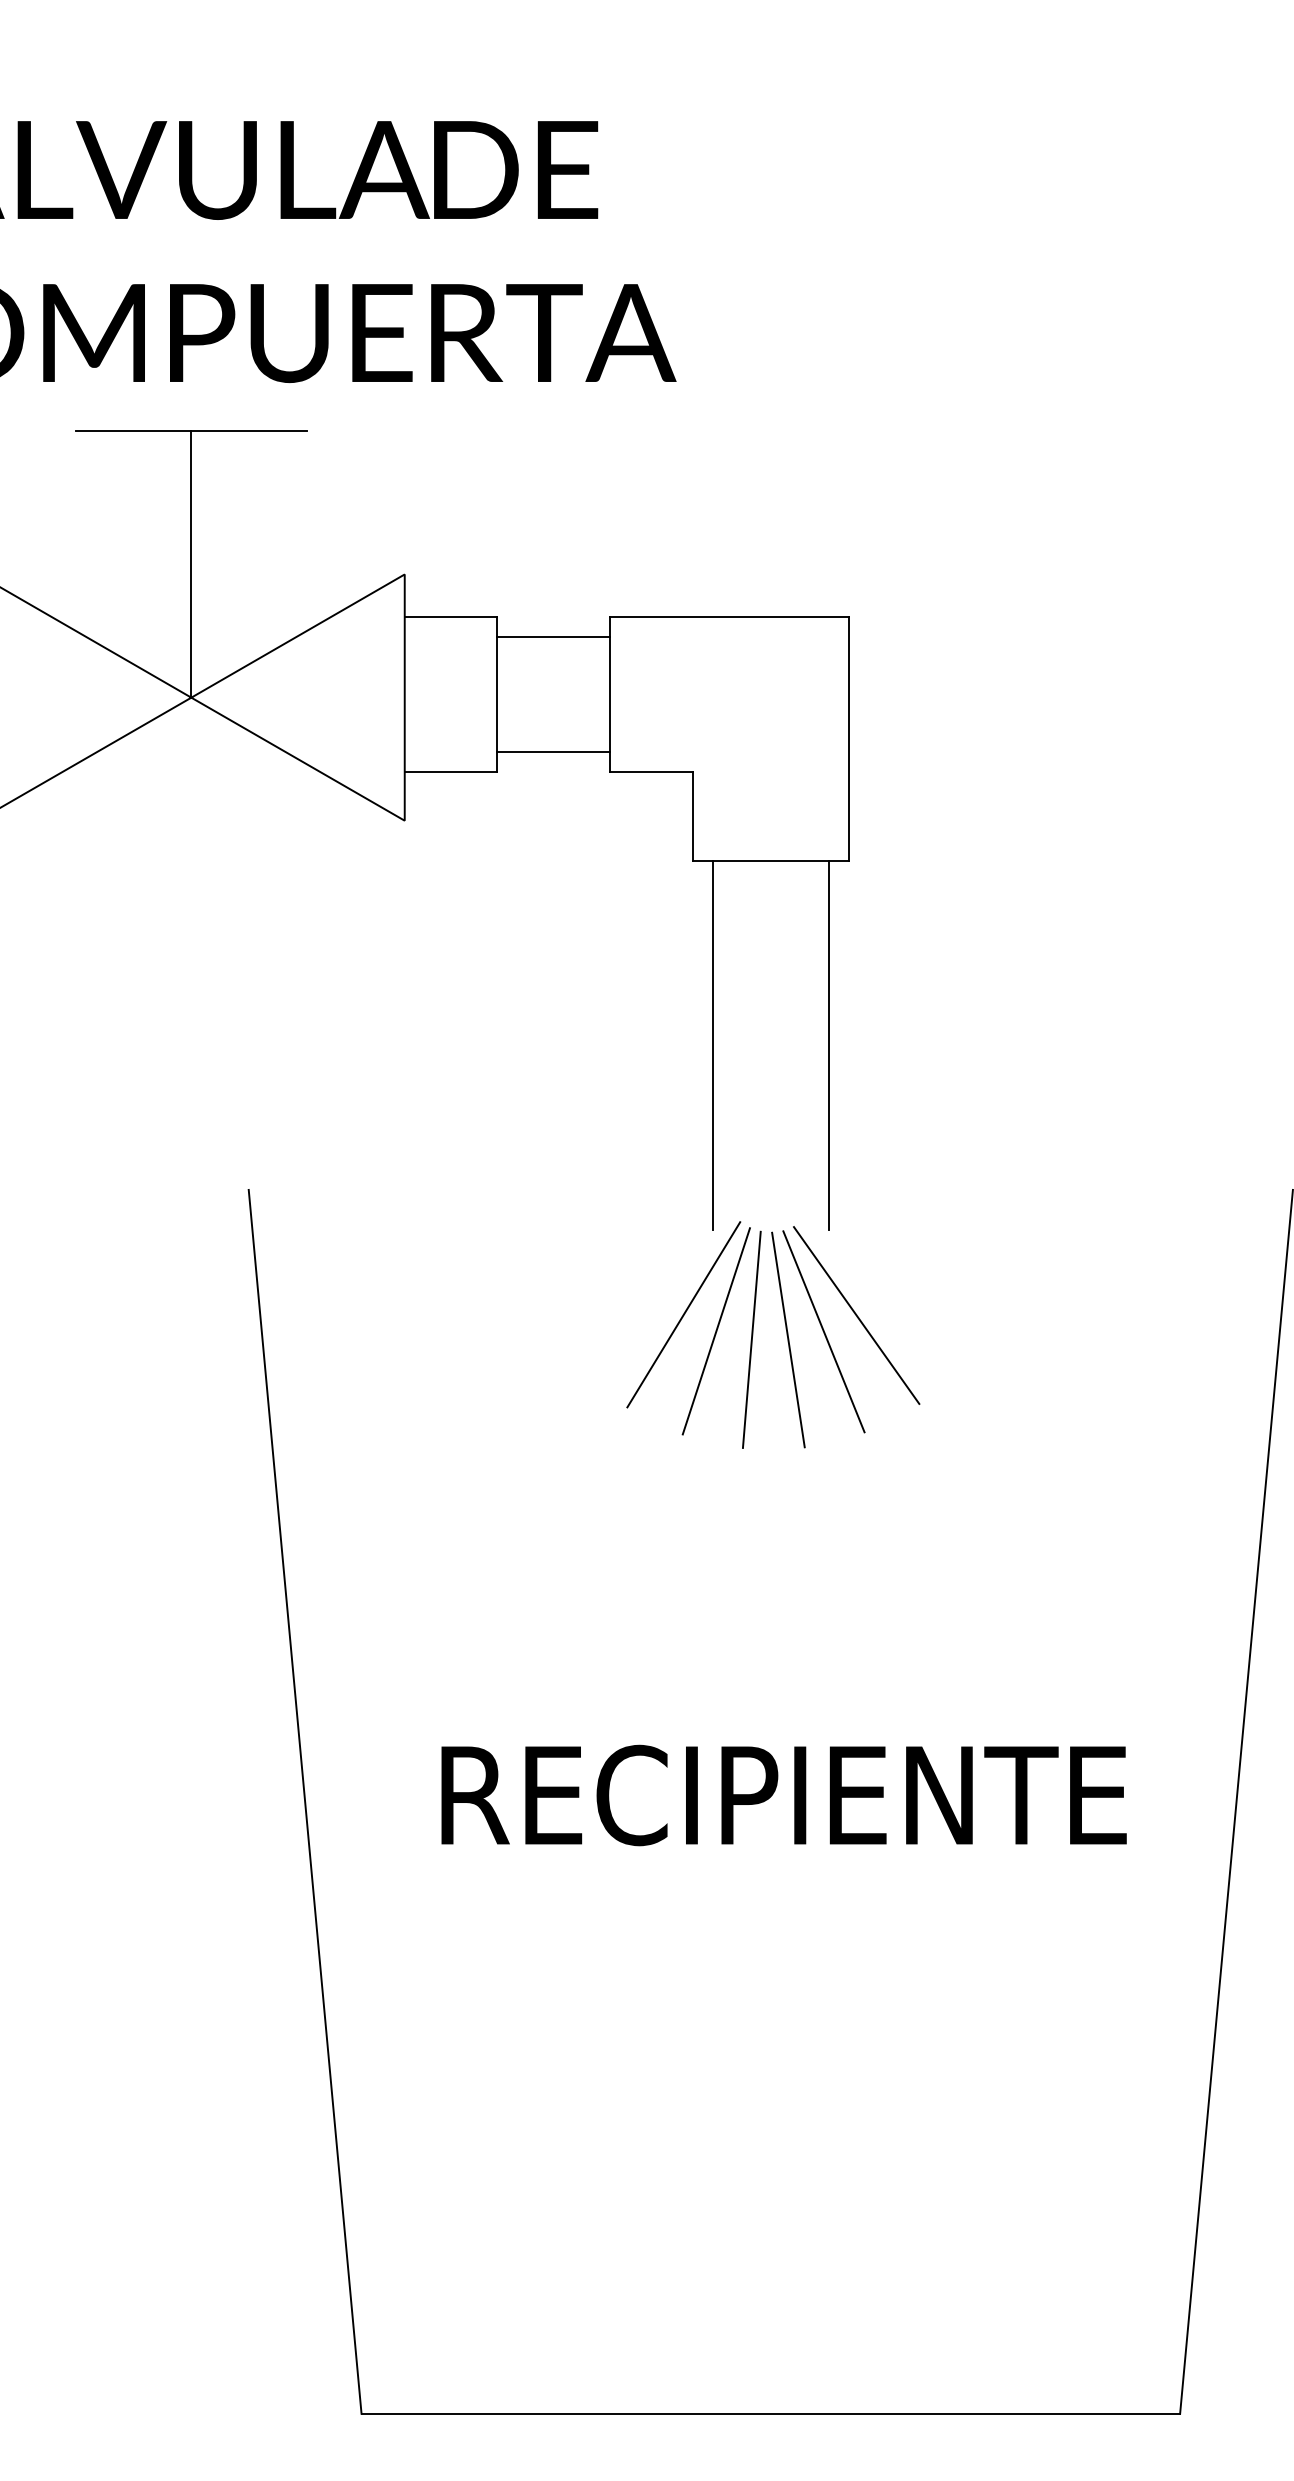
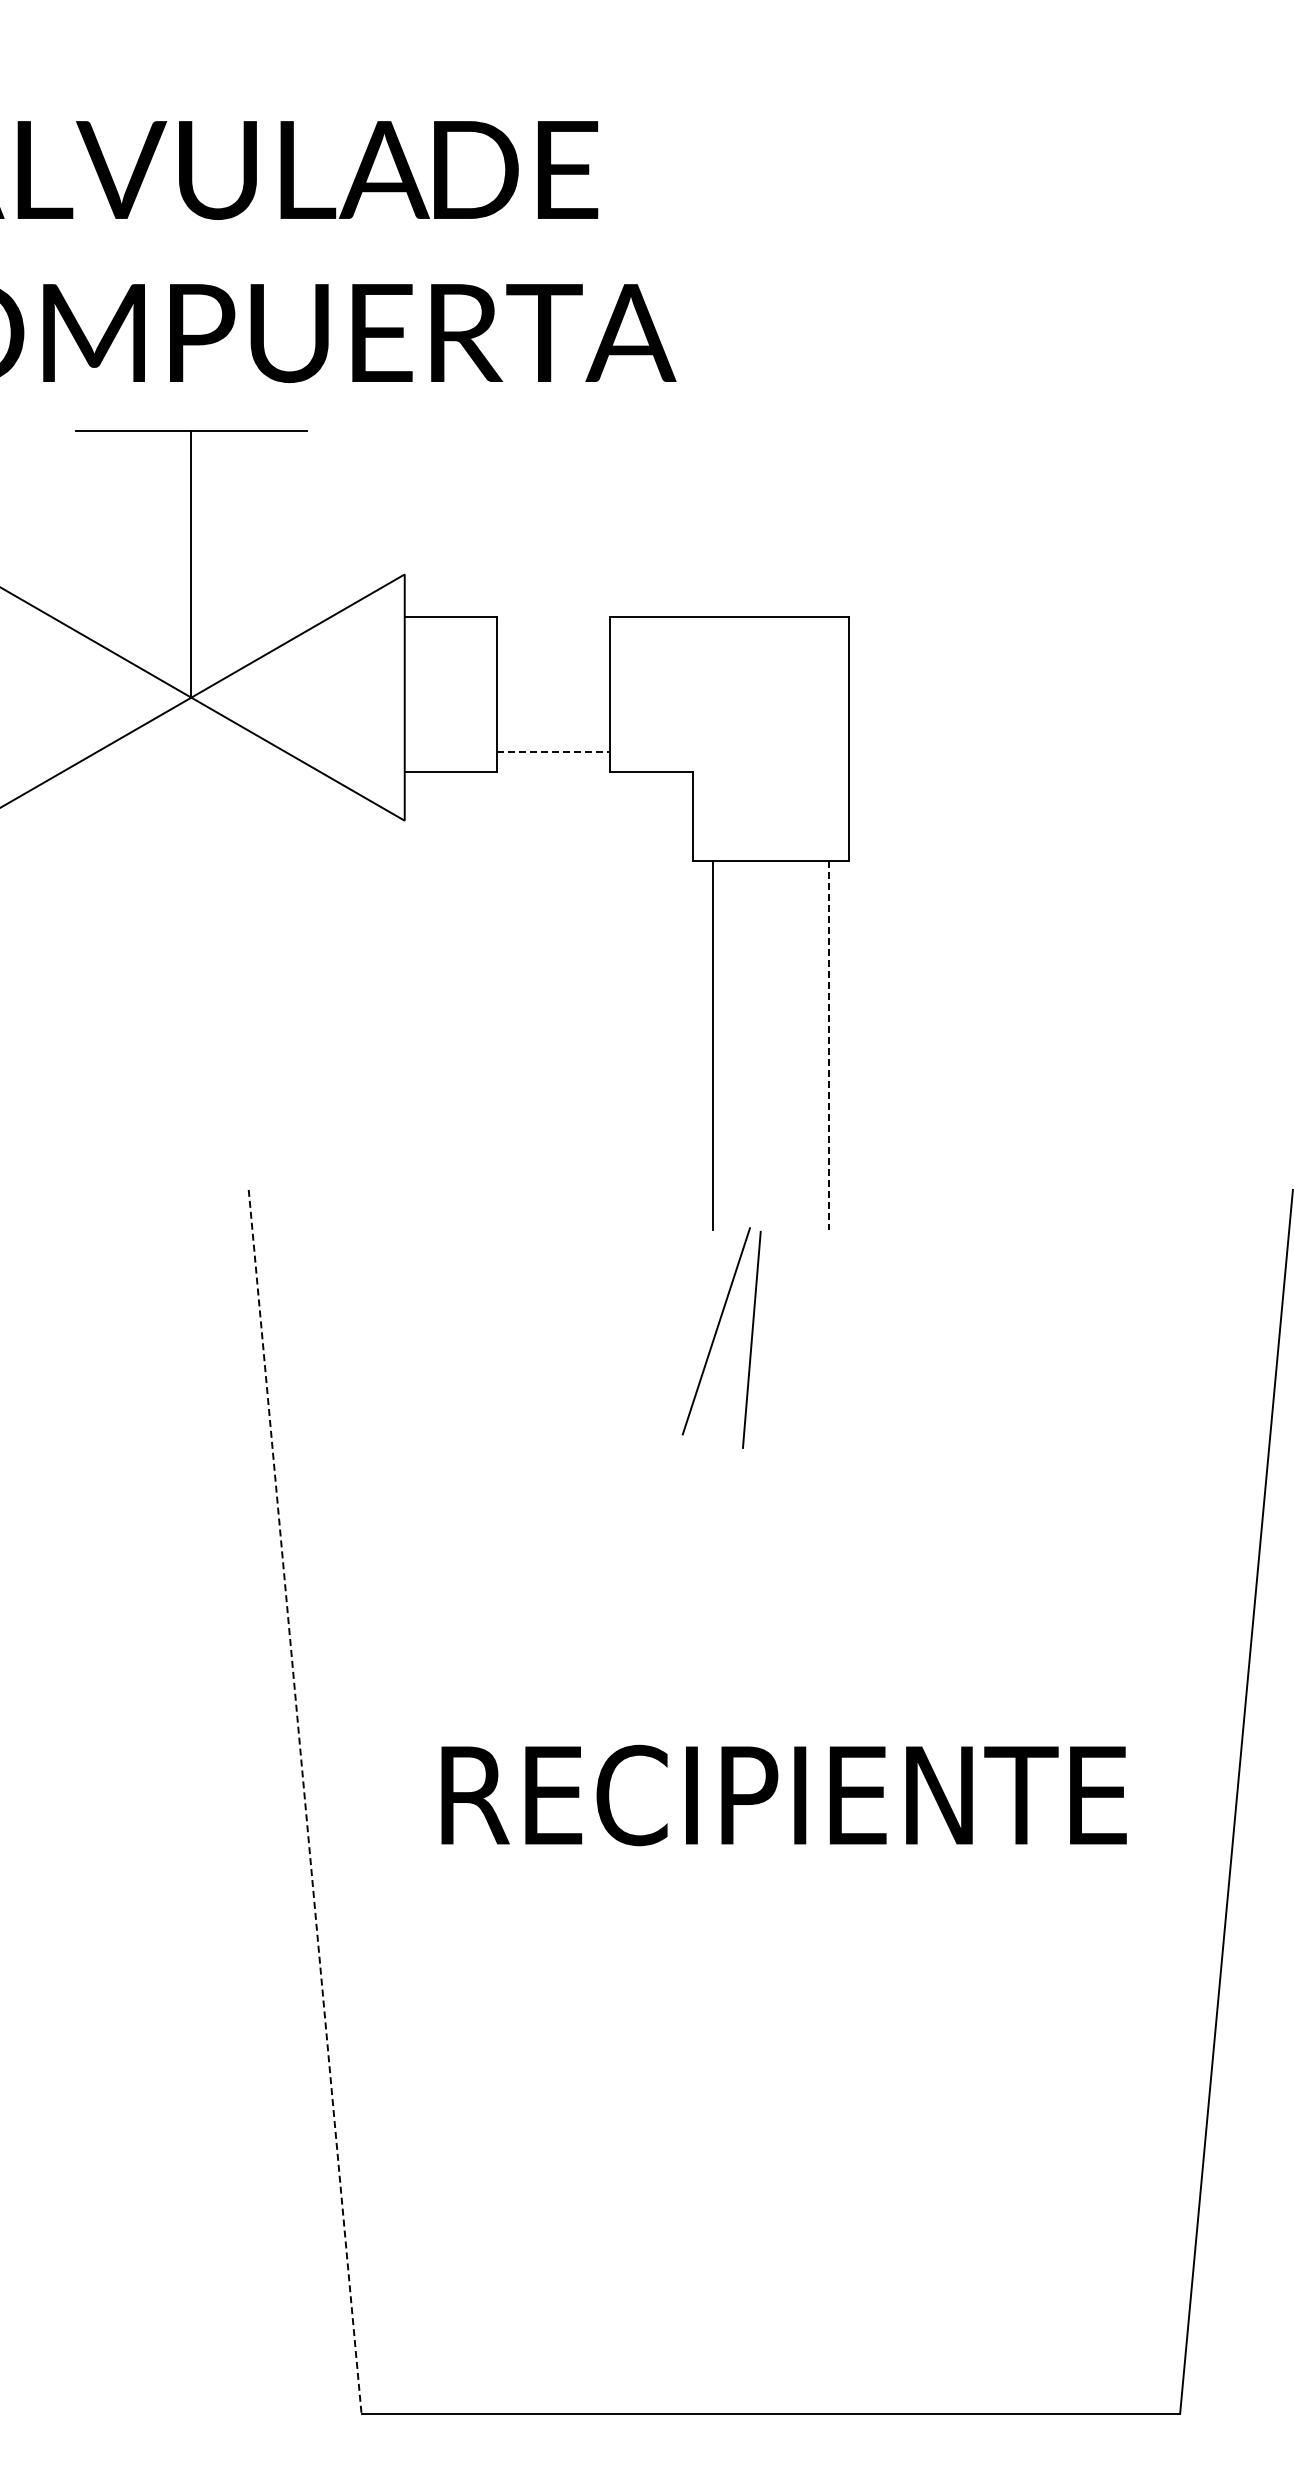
line at (553, 636): present -> none
line at (554, 752): solid -> dashed
line at (828, 1045): solid -> dashed
line at (683, 1314): present -> none
line at (856, 1315): present -> none
line at (823, 1331): present -> none
line at (788, 1339): present -> none
line at (305, 1802): solid -> dashed
